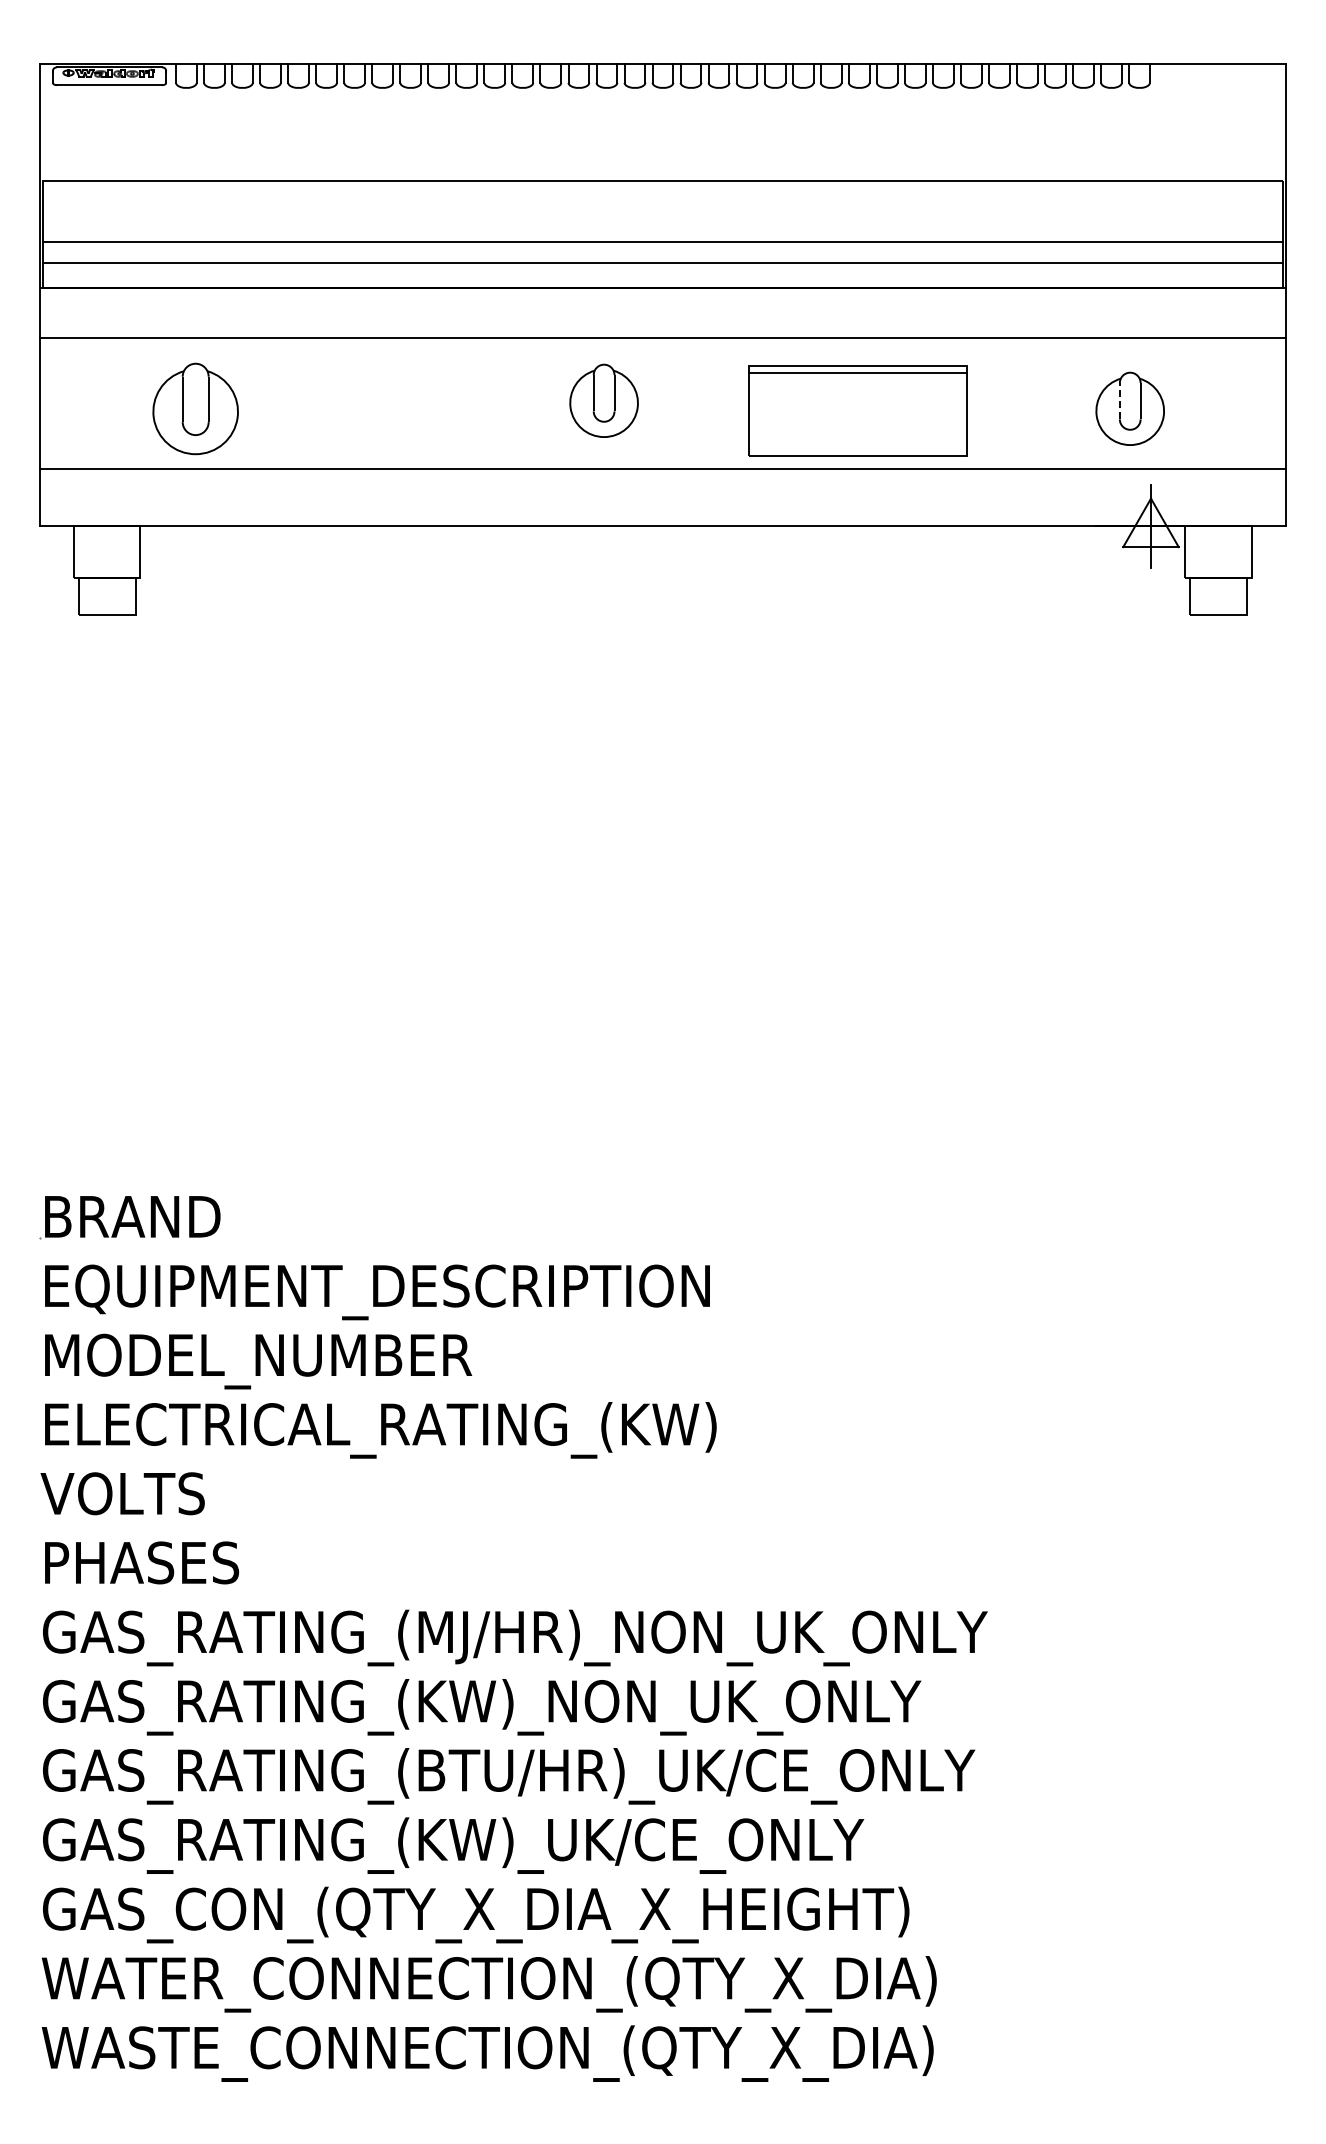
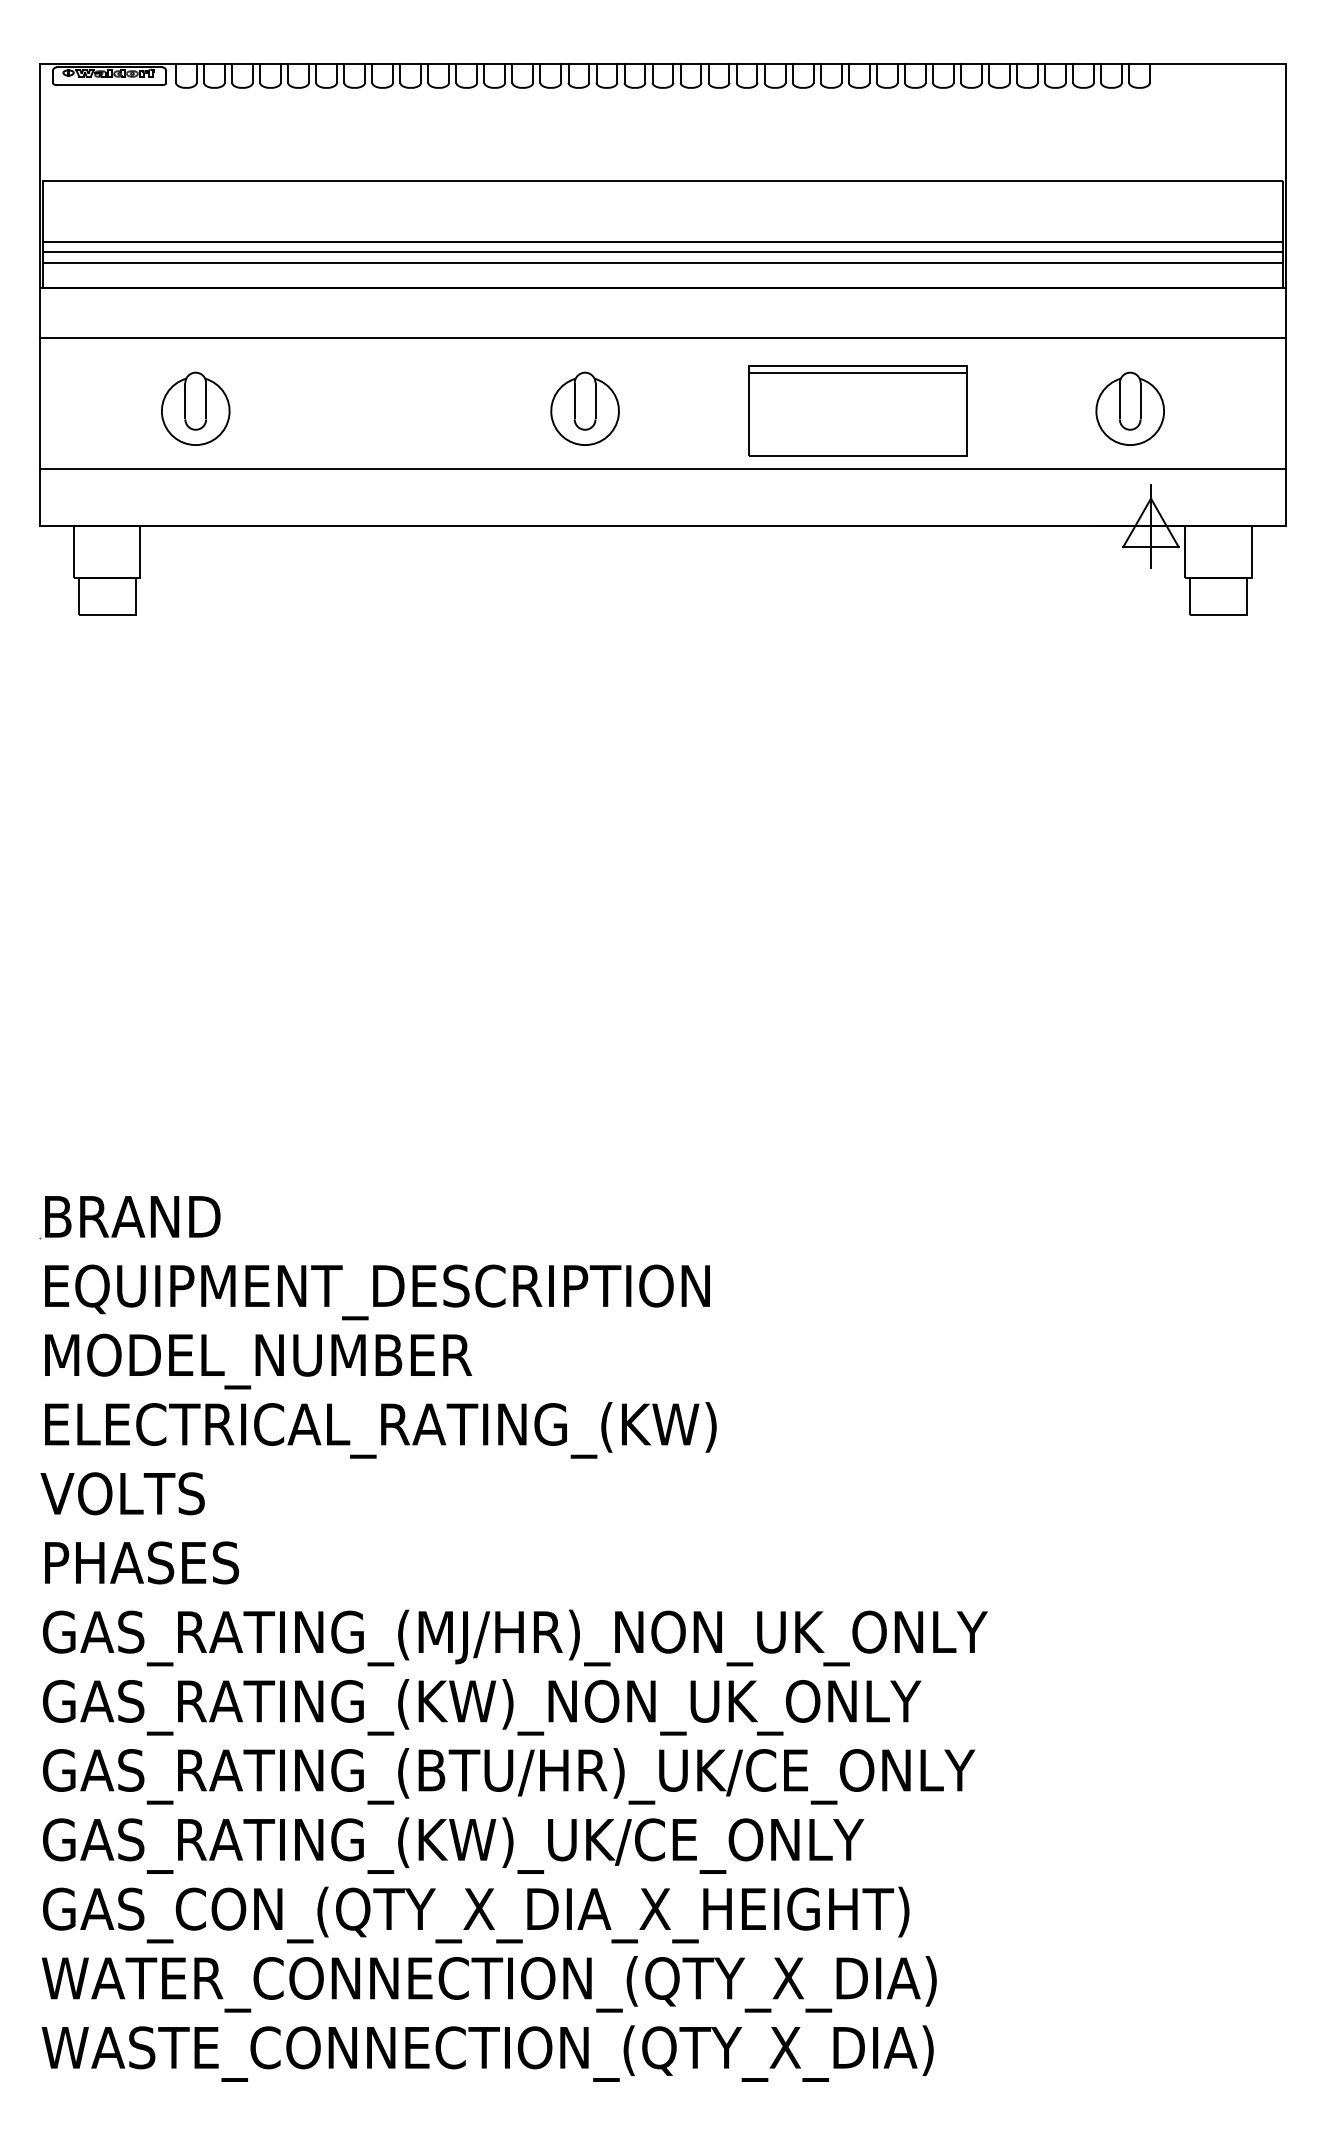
line at (662, 251): none -> present
part at (603, 400) position: (603, 400) -> (584, 408)
line at (1119, 400): dashed -> solid
part at (195, 408) size: 87x94 px -> 70x75 px
